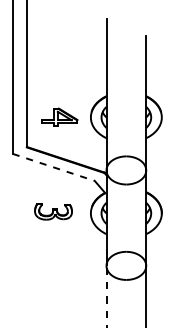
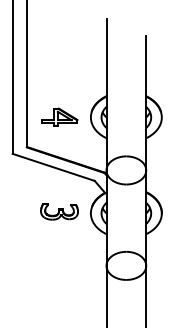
line at (54, 167): dashed -> solid
part at (53, 211) position: (53, 211) -> (59, 211)
line at (106, 296): dashed -> solid
